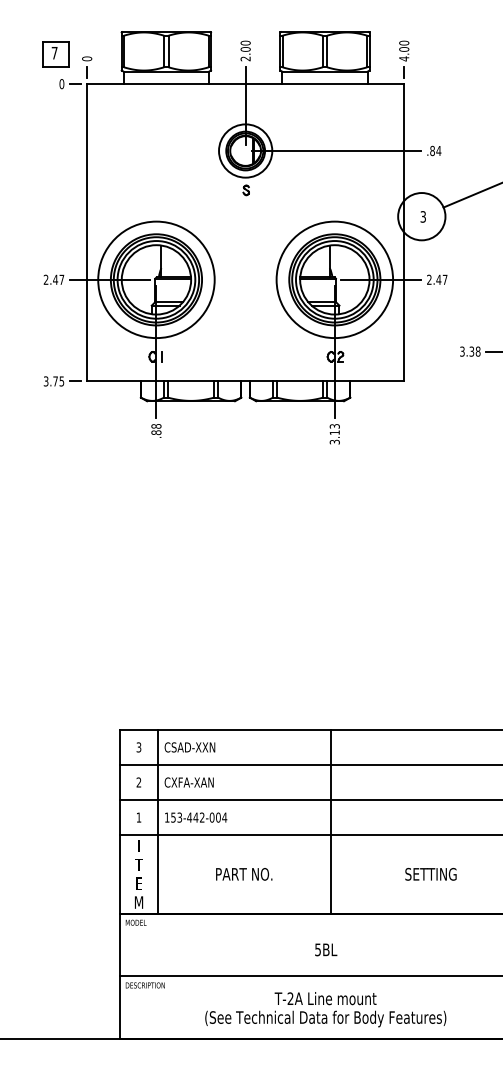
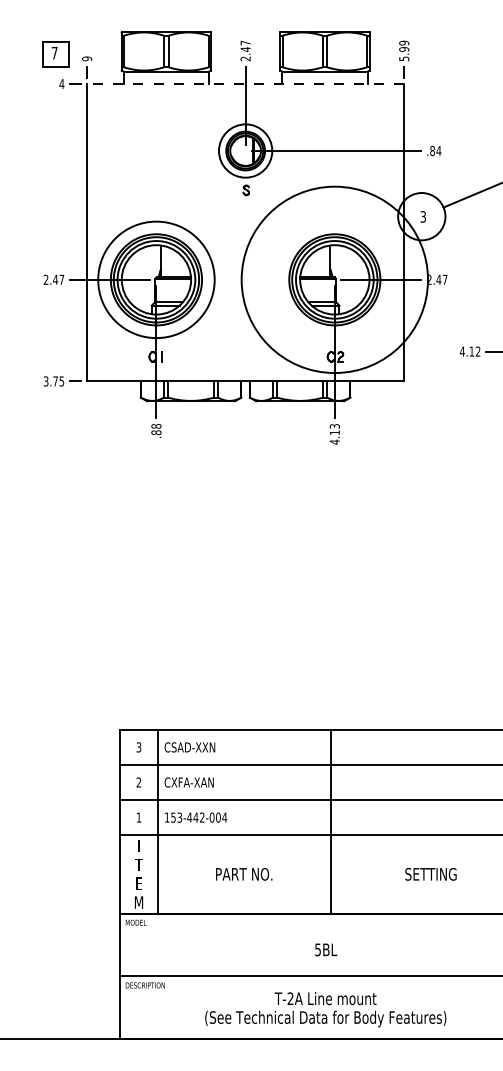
text at (245, 46): 2.00 -> 2.47
text at (404, 51): 4.00 -> 5.99
text at (87, 58): 0 -> 9
text at (61, 84): 0 -> 4
line at (245, 84): solid -> dashed
circle at (334, 279) diameter: 116 px -> 186 px
text at (469, 351): 3.38 -> 4.12
text at (334, 441): 3.13 -> 4.13
